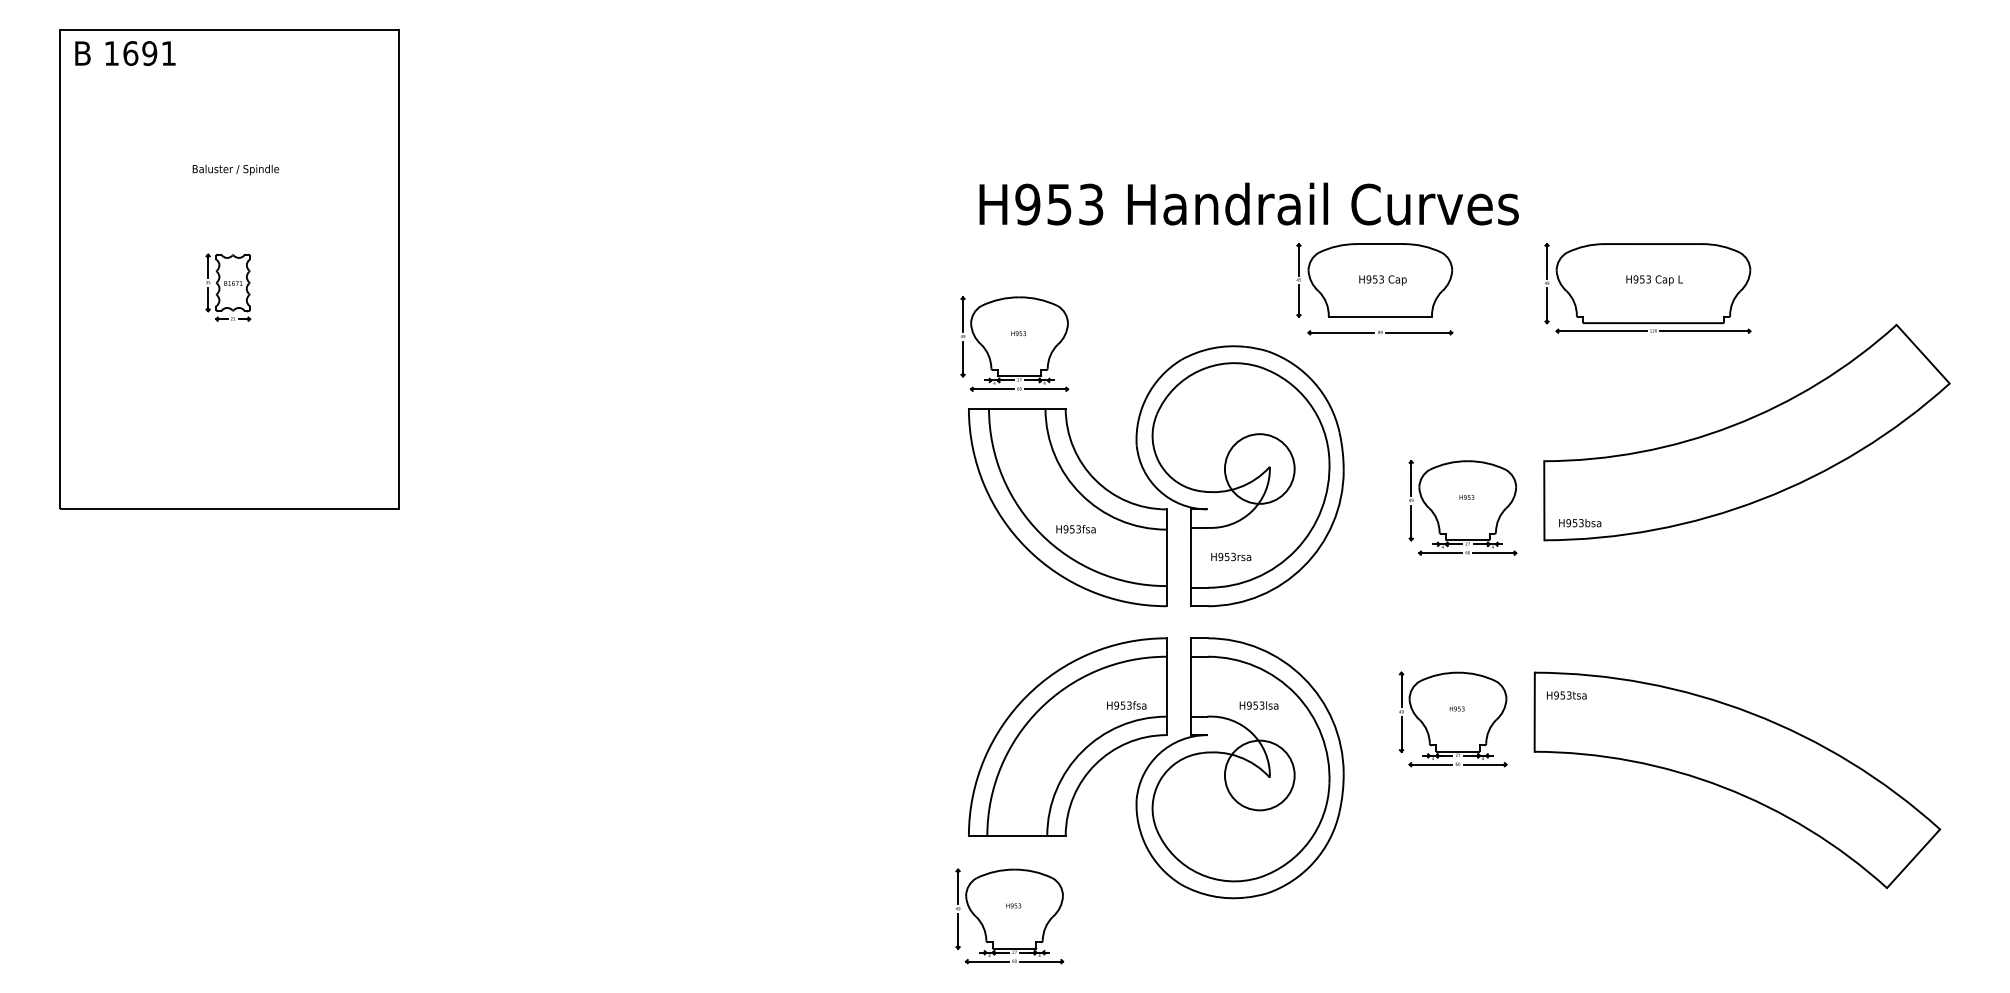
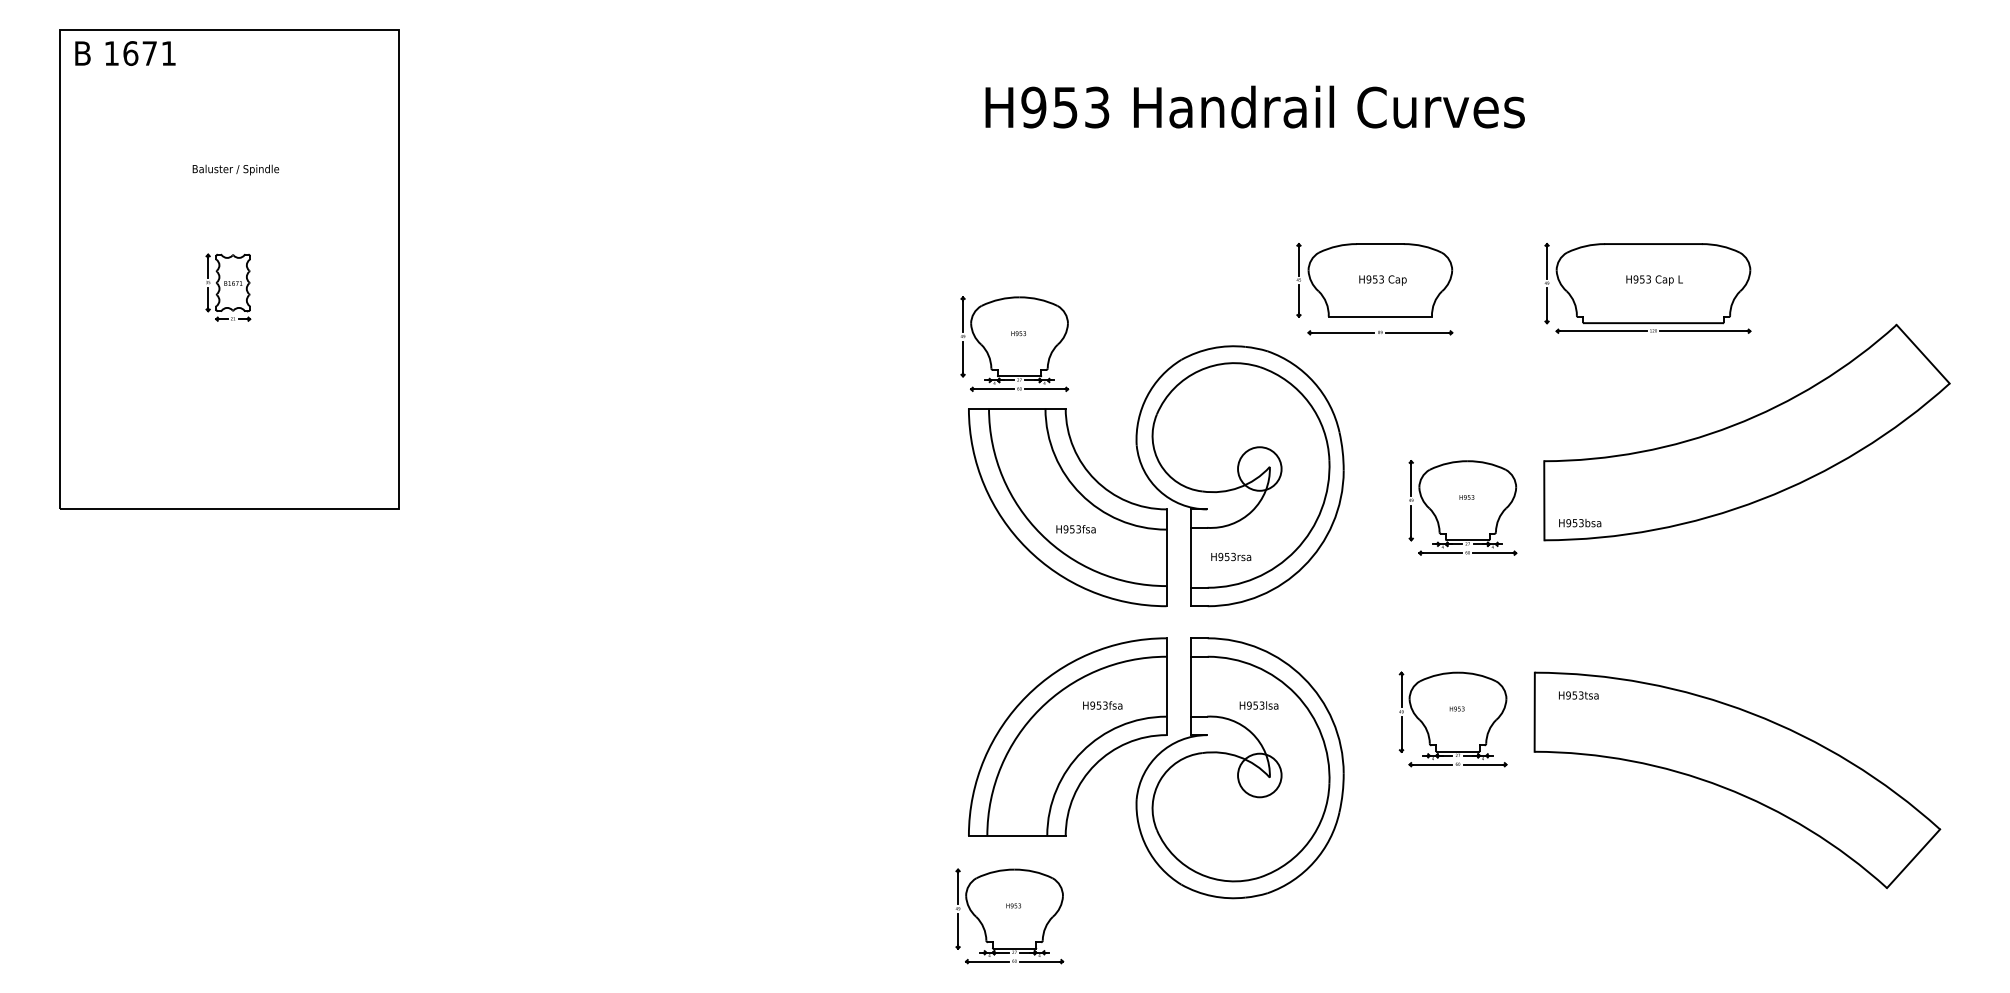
text at (149, 53): 1691 -> 1671
text at (1248, 203) position: (1248, 203) -> (1254, 106)
circle at (1259, 468) diameter: 70 px -> 44 px
text at (1566, 695) position: (1566, 695) -> (1578, 695)
text at (1126, 705) position: (1126, 705) -> (1102, 705)
circle at (1259, 775) diameter: 70 px -> 44 px
